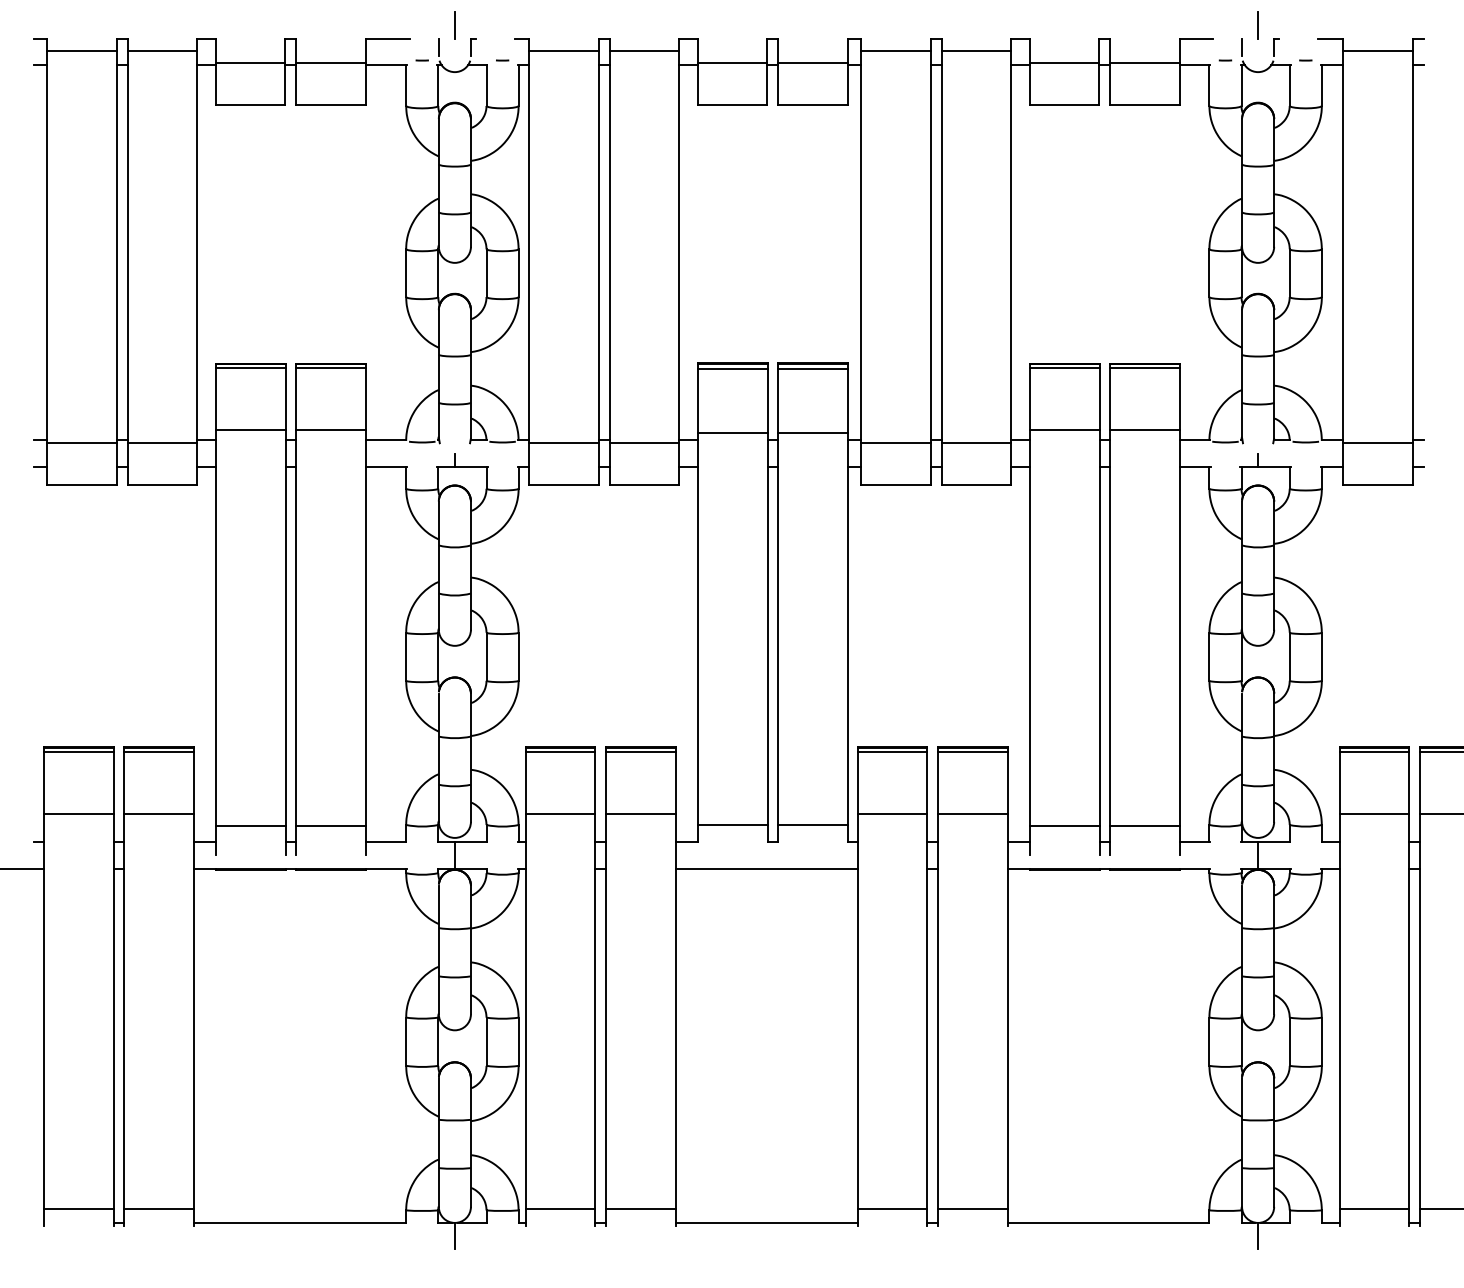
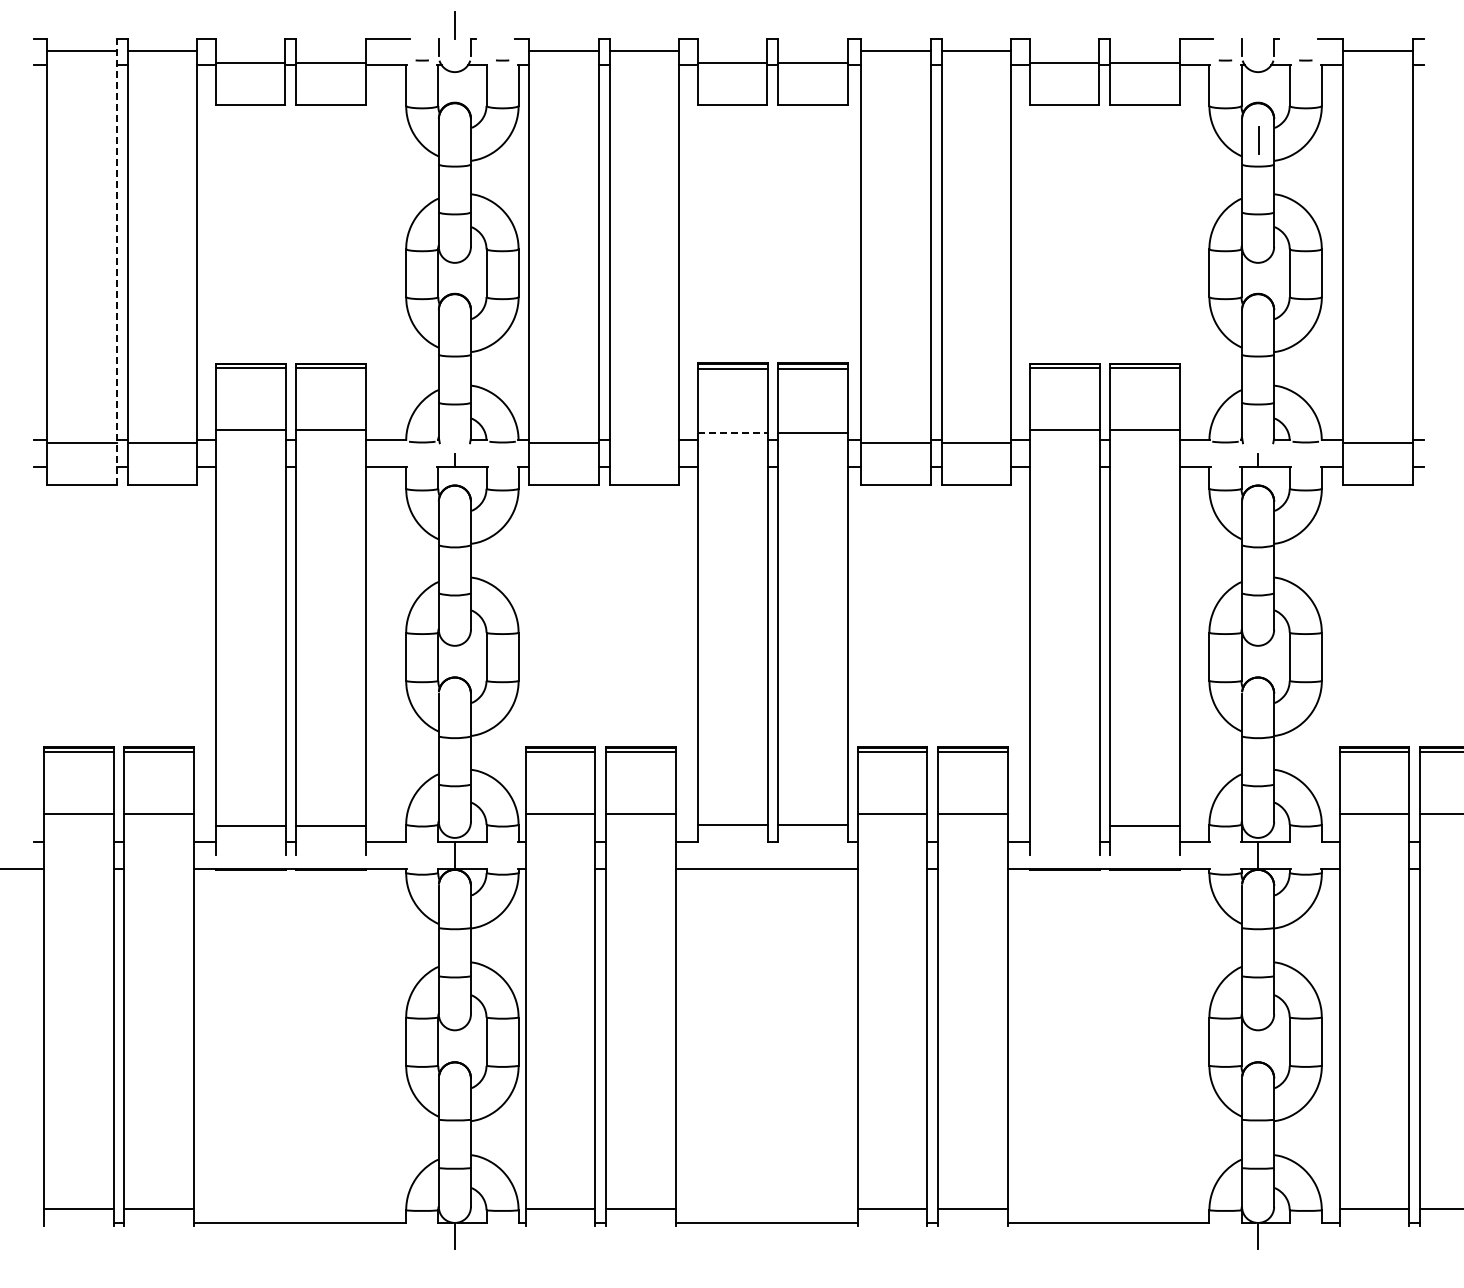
line at (1257, 25) position: (1257, 25) -> (1258, 140)
line at (117, 261): solid -> dashed
line at (732, 432): solid -> dashed
line at (644, 442): present -> none
line at (1064, 825): present -> none
